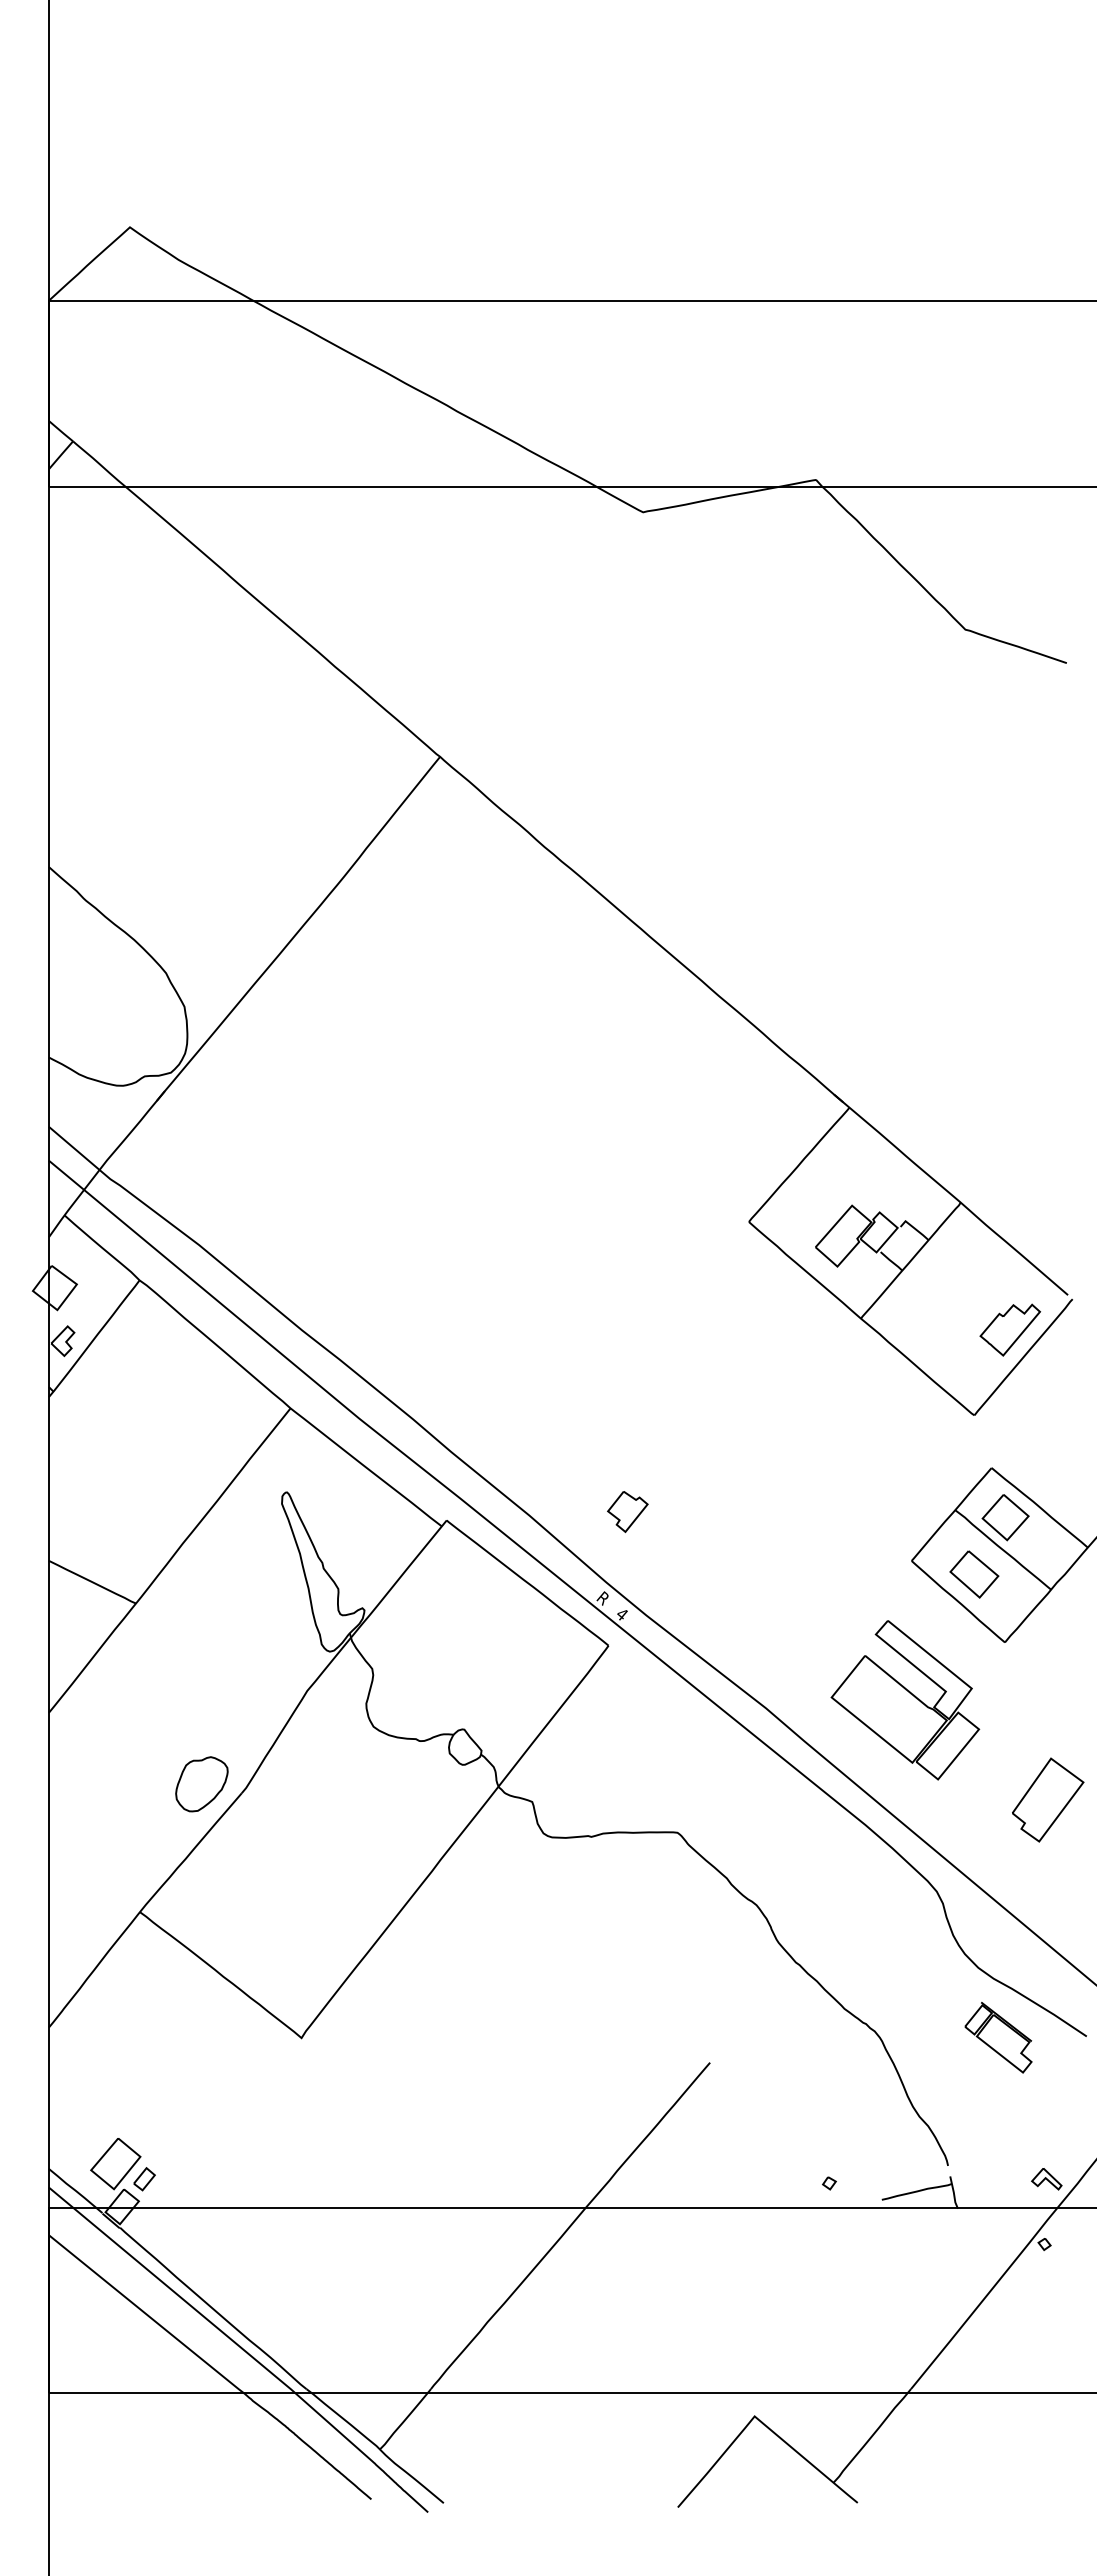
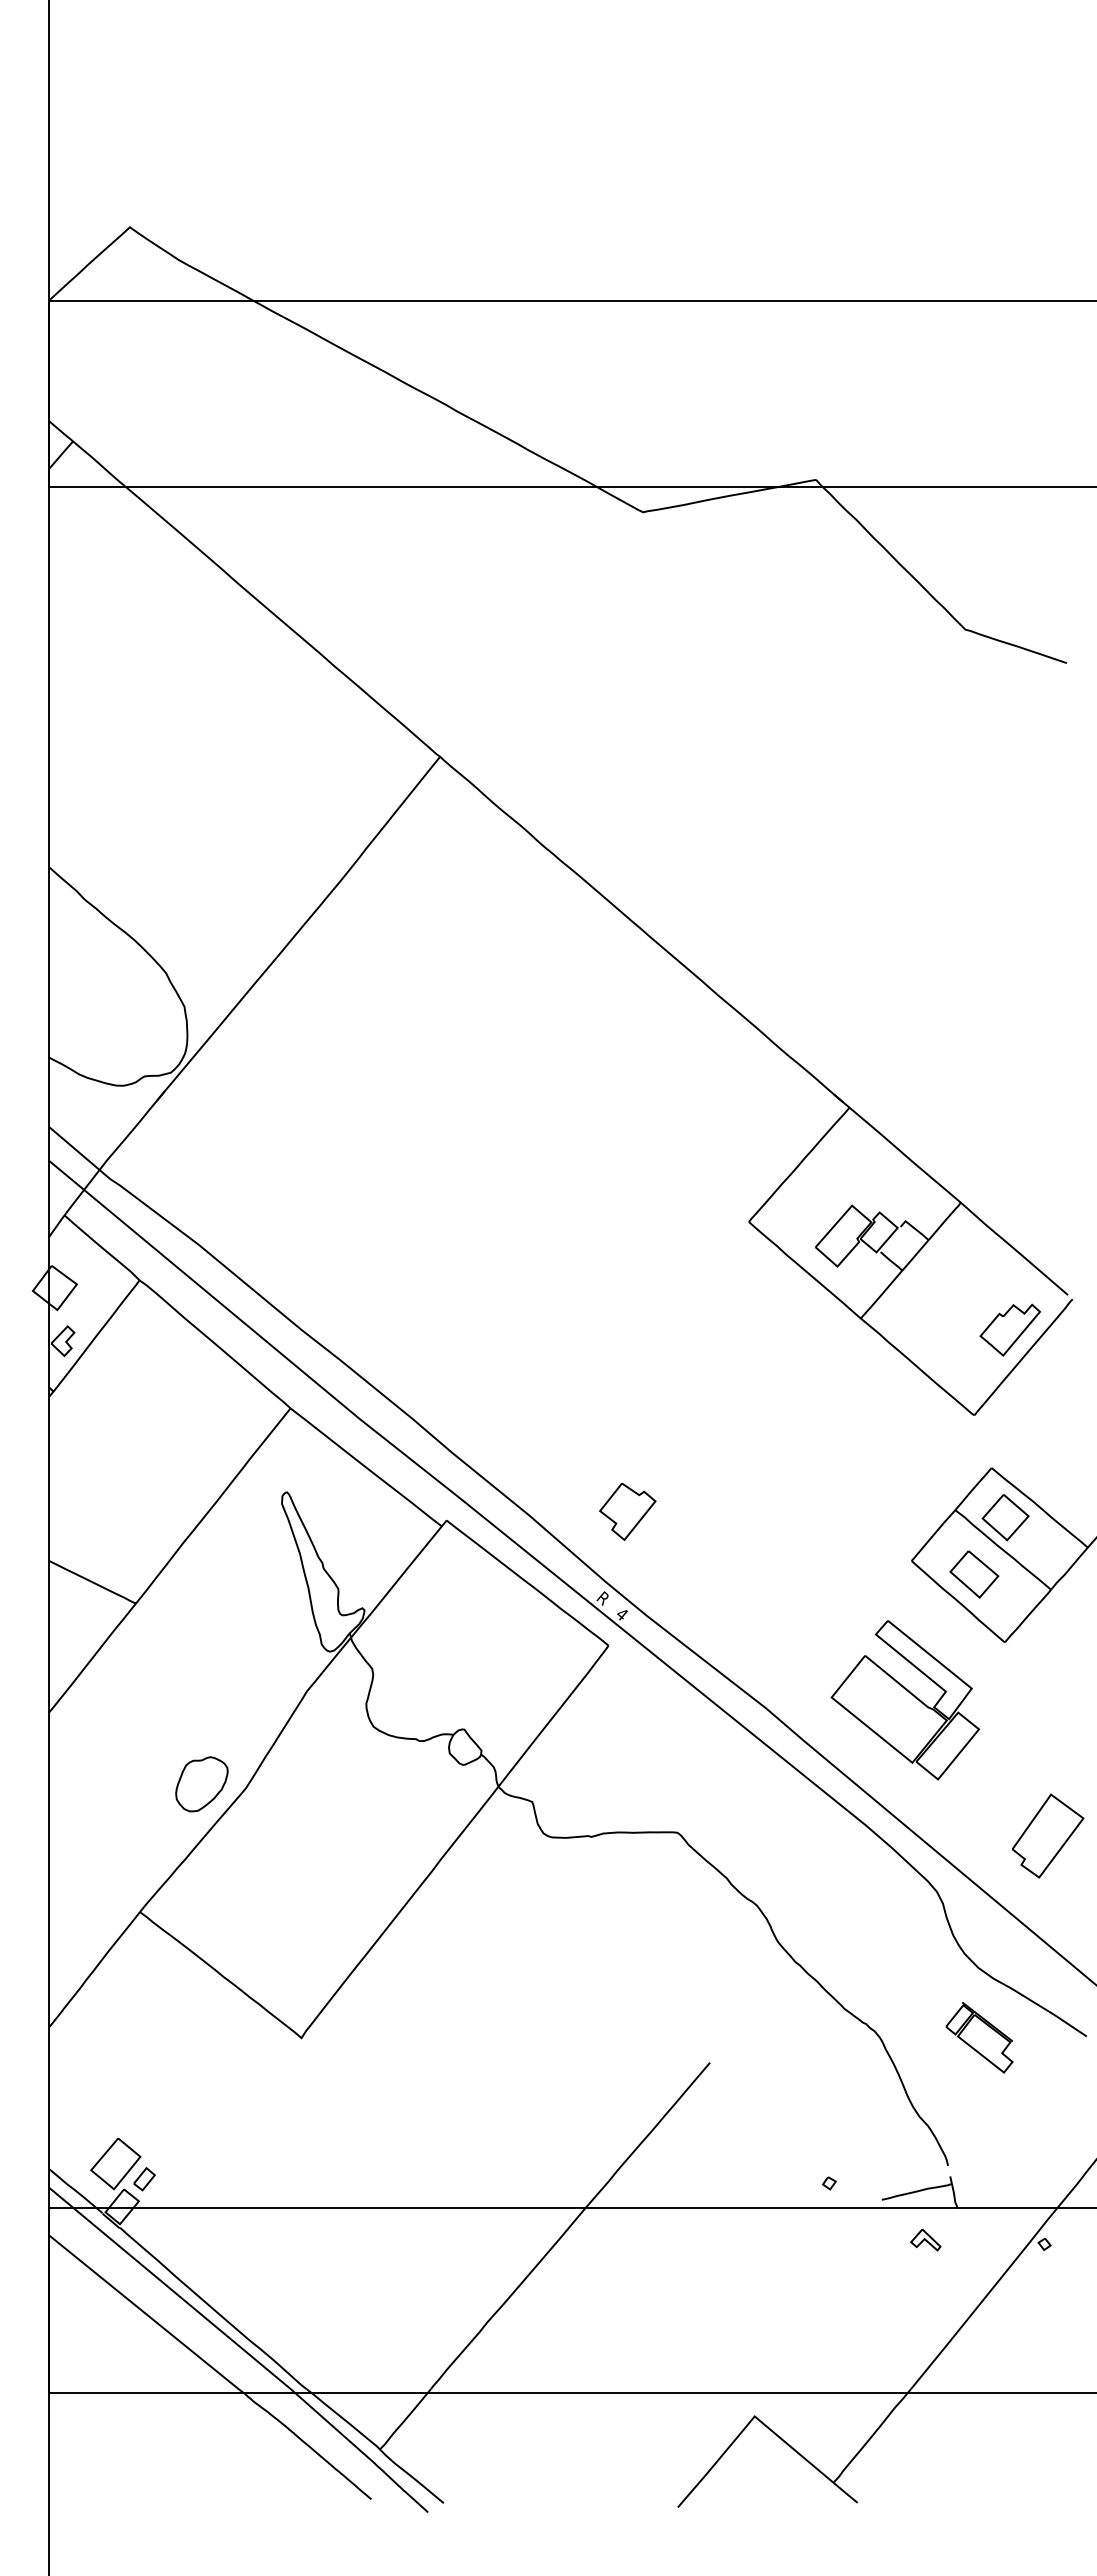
part at (627, 1511) size: 42x42 px -> 58x58 px
part at (1048, 1799) position: (1048, 1799) -> (1048, 1835)
part at (998, 2037) position: (998, 2037) -> (979, 2037)
part at (1046, 2179) position: (1046, 2179) -> (925, 2240)
